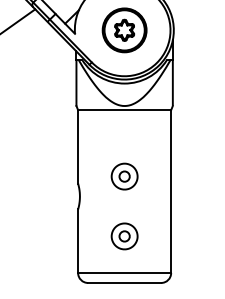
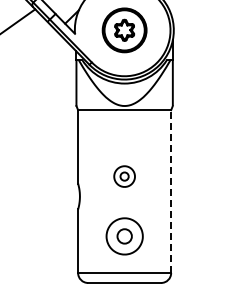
part at (124, 176) size: 29x29 px -> 23x23 px
line at (171, 191): solid -> dashed
part at (124, 236) size: 29x29 px -> 39x39 px
